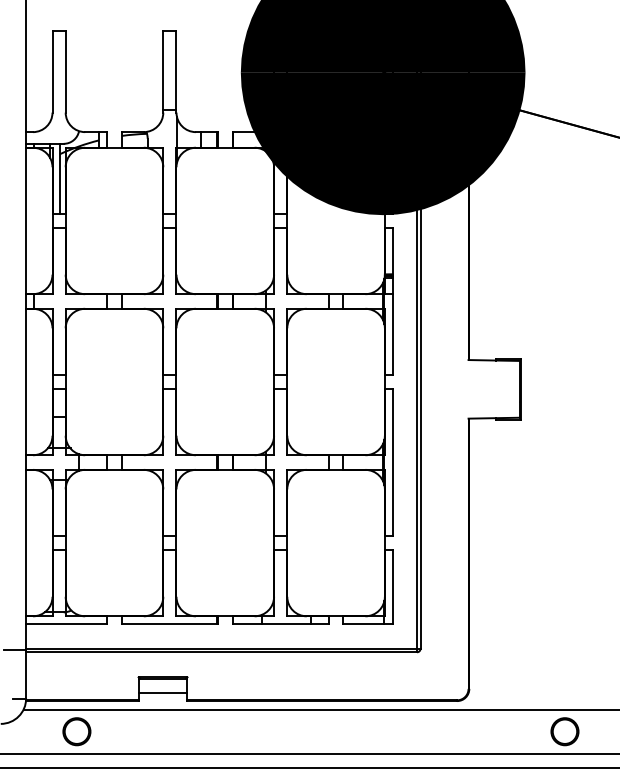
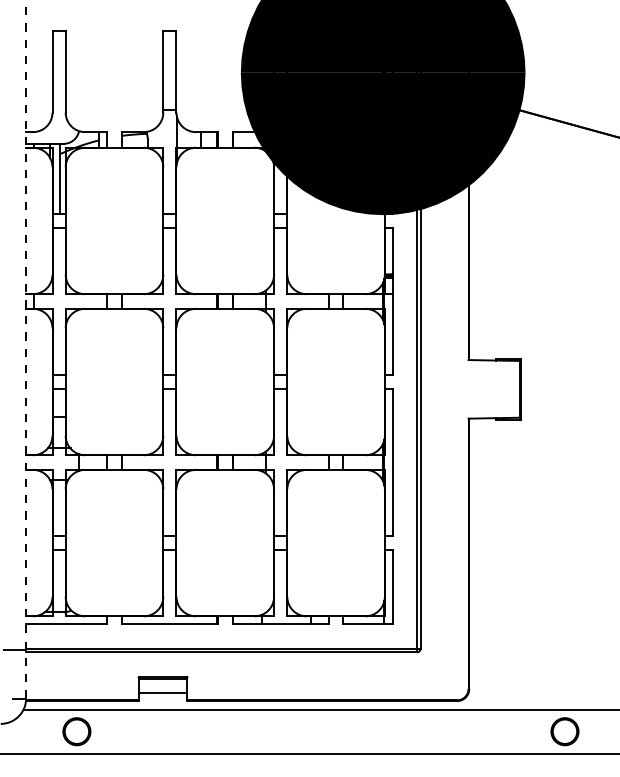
line at (26, 349): solid -> dashed
line at (309, 768): present -> none
